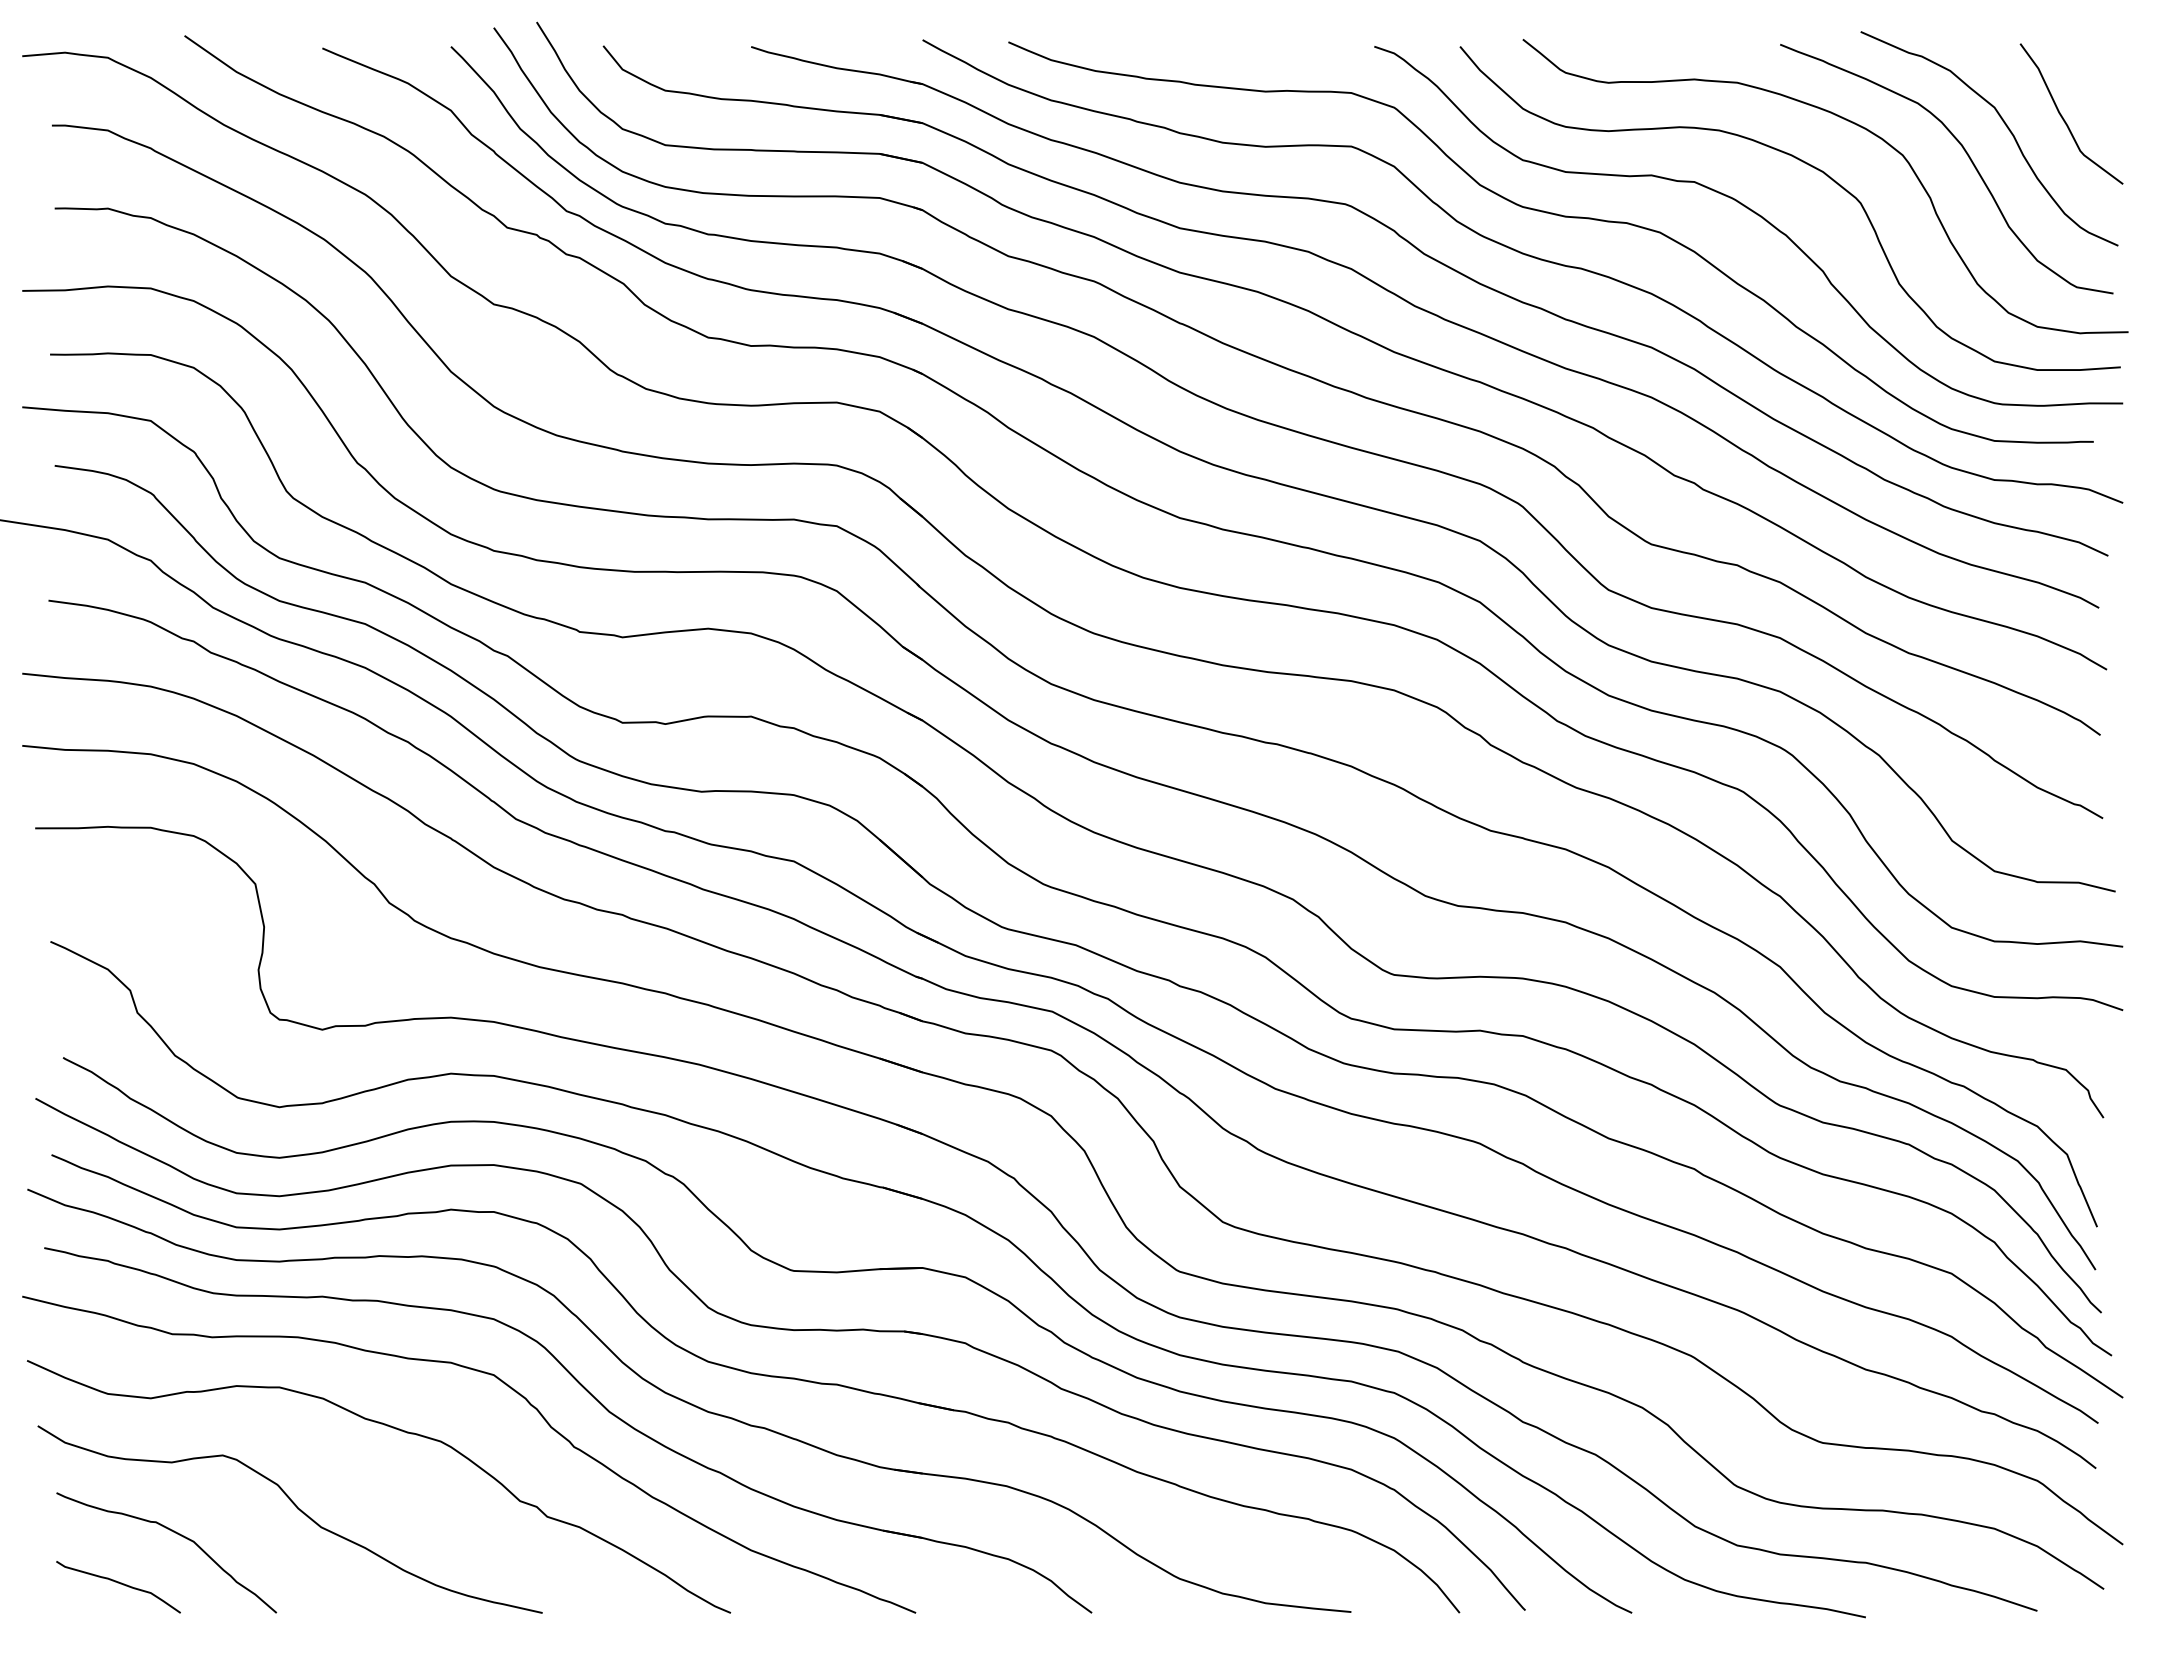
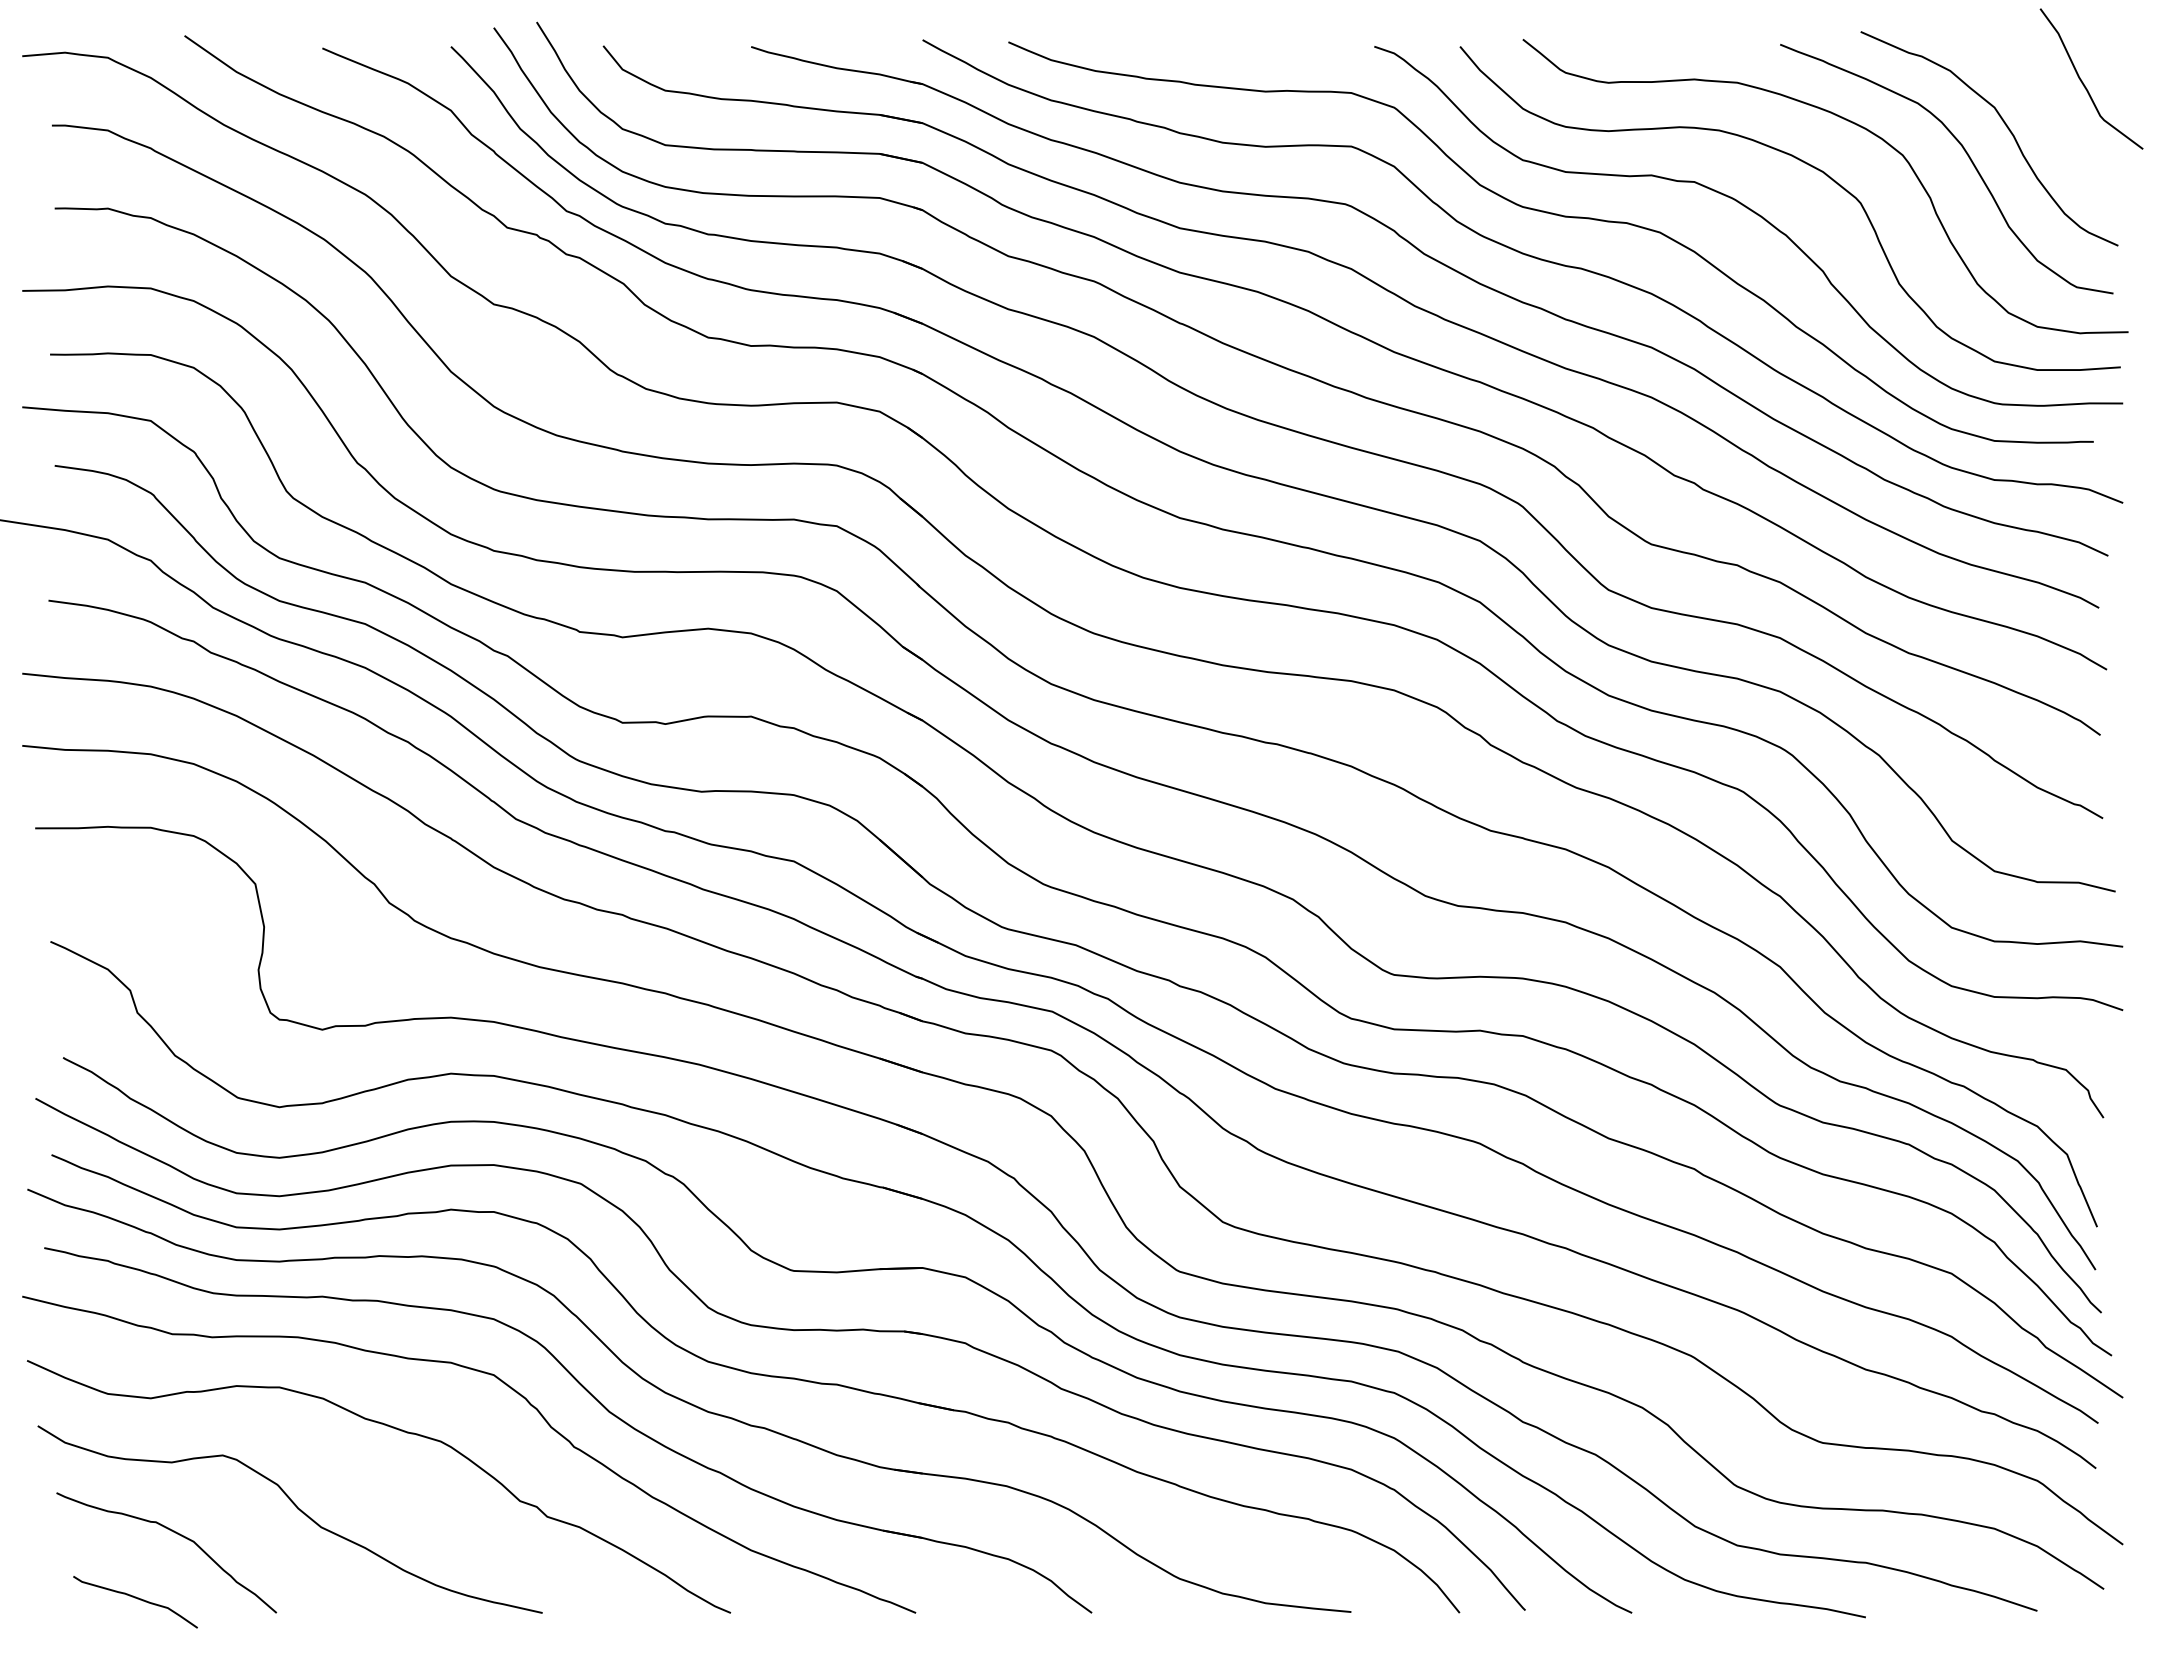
curve at (2063, 117) position: (2063, 117) -> (2083, 82)
curve at (120, 1584) position: (120, 1584) -> (137, 1599)
